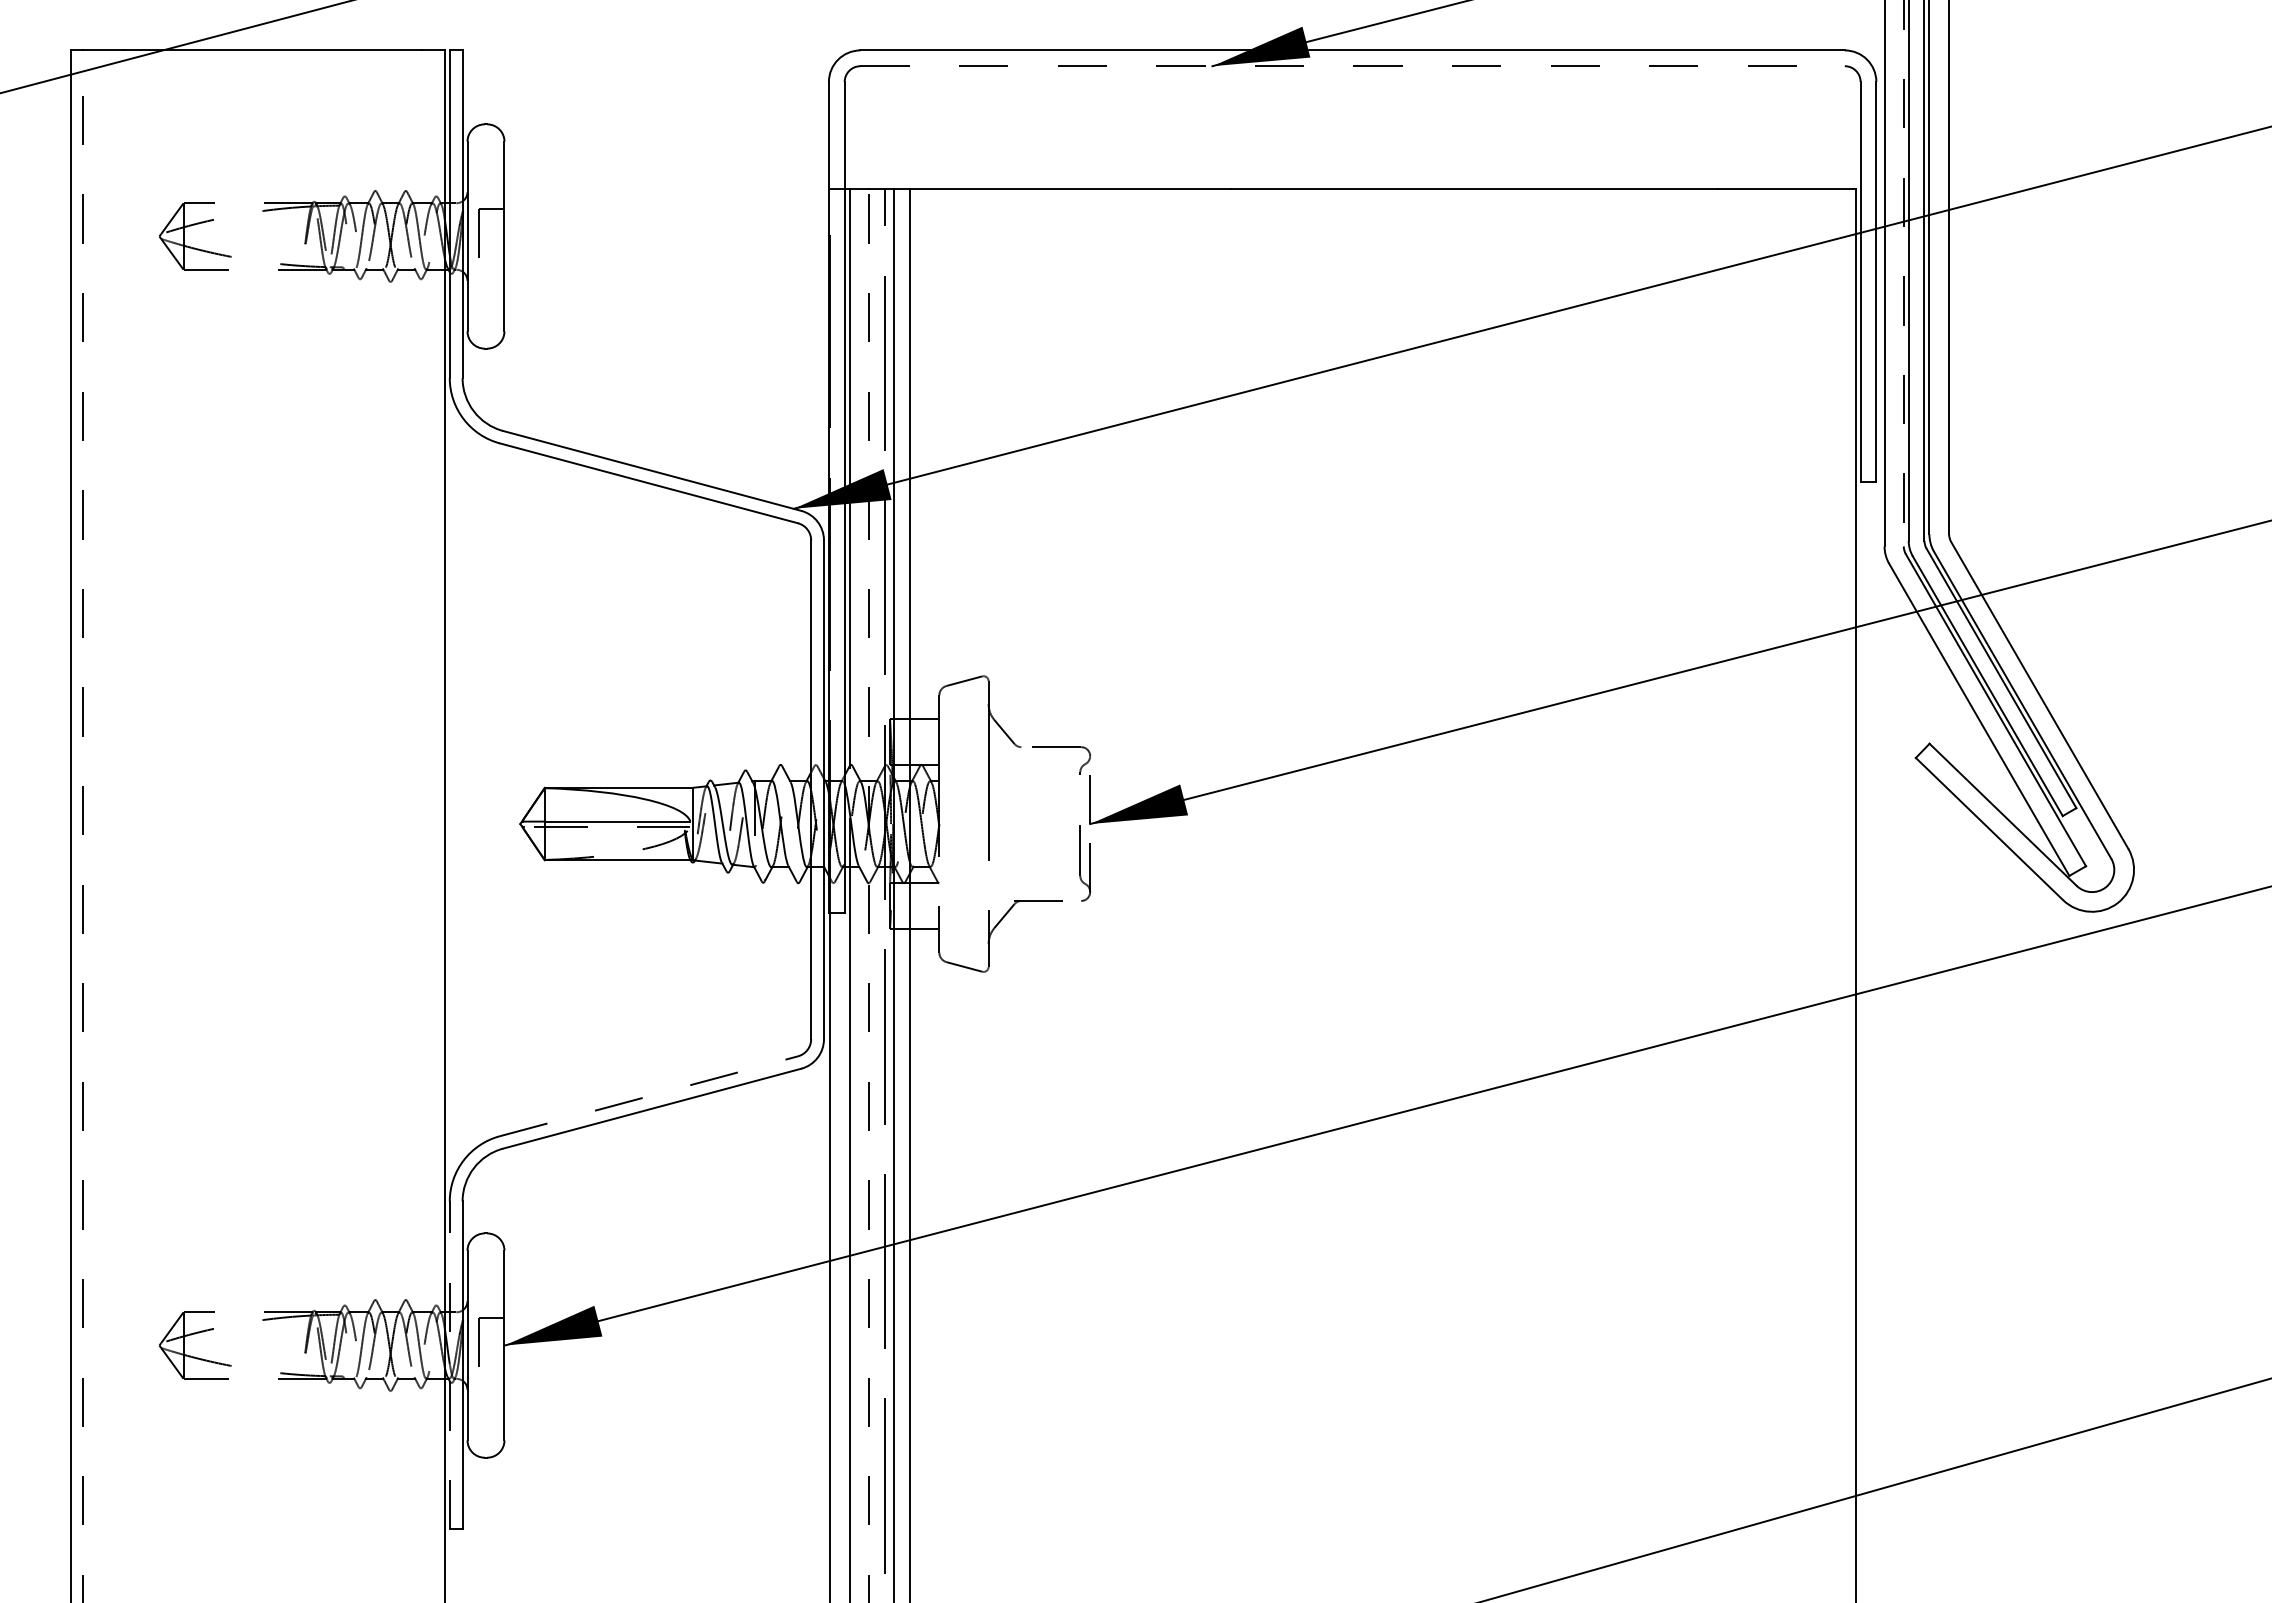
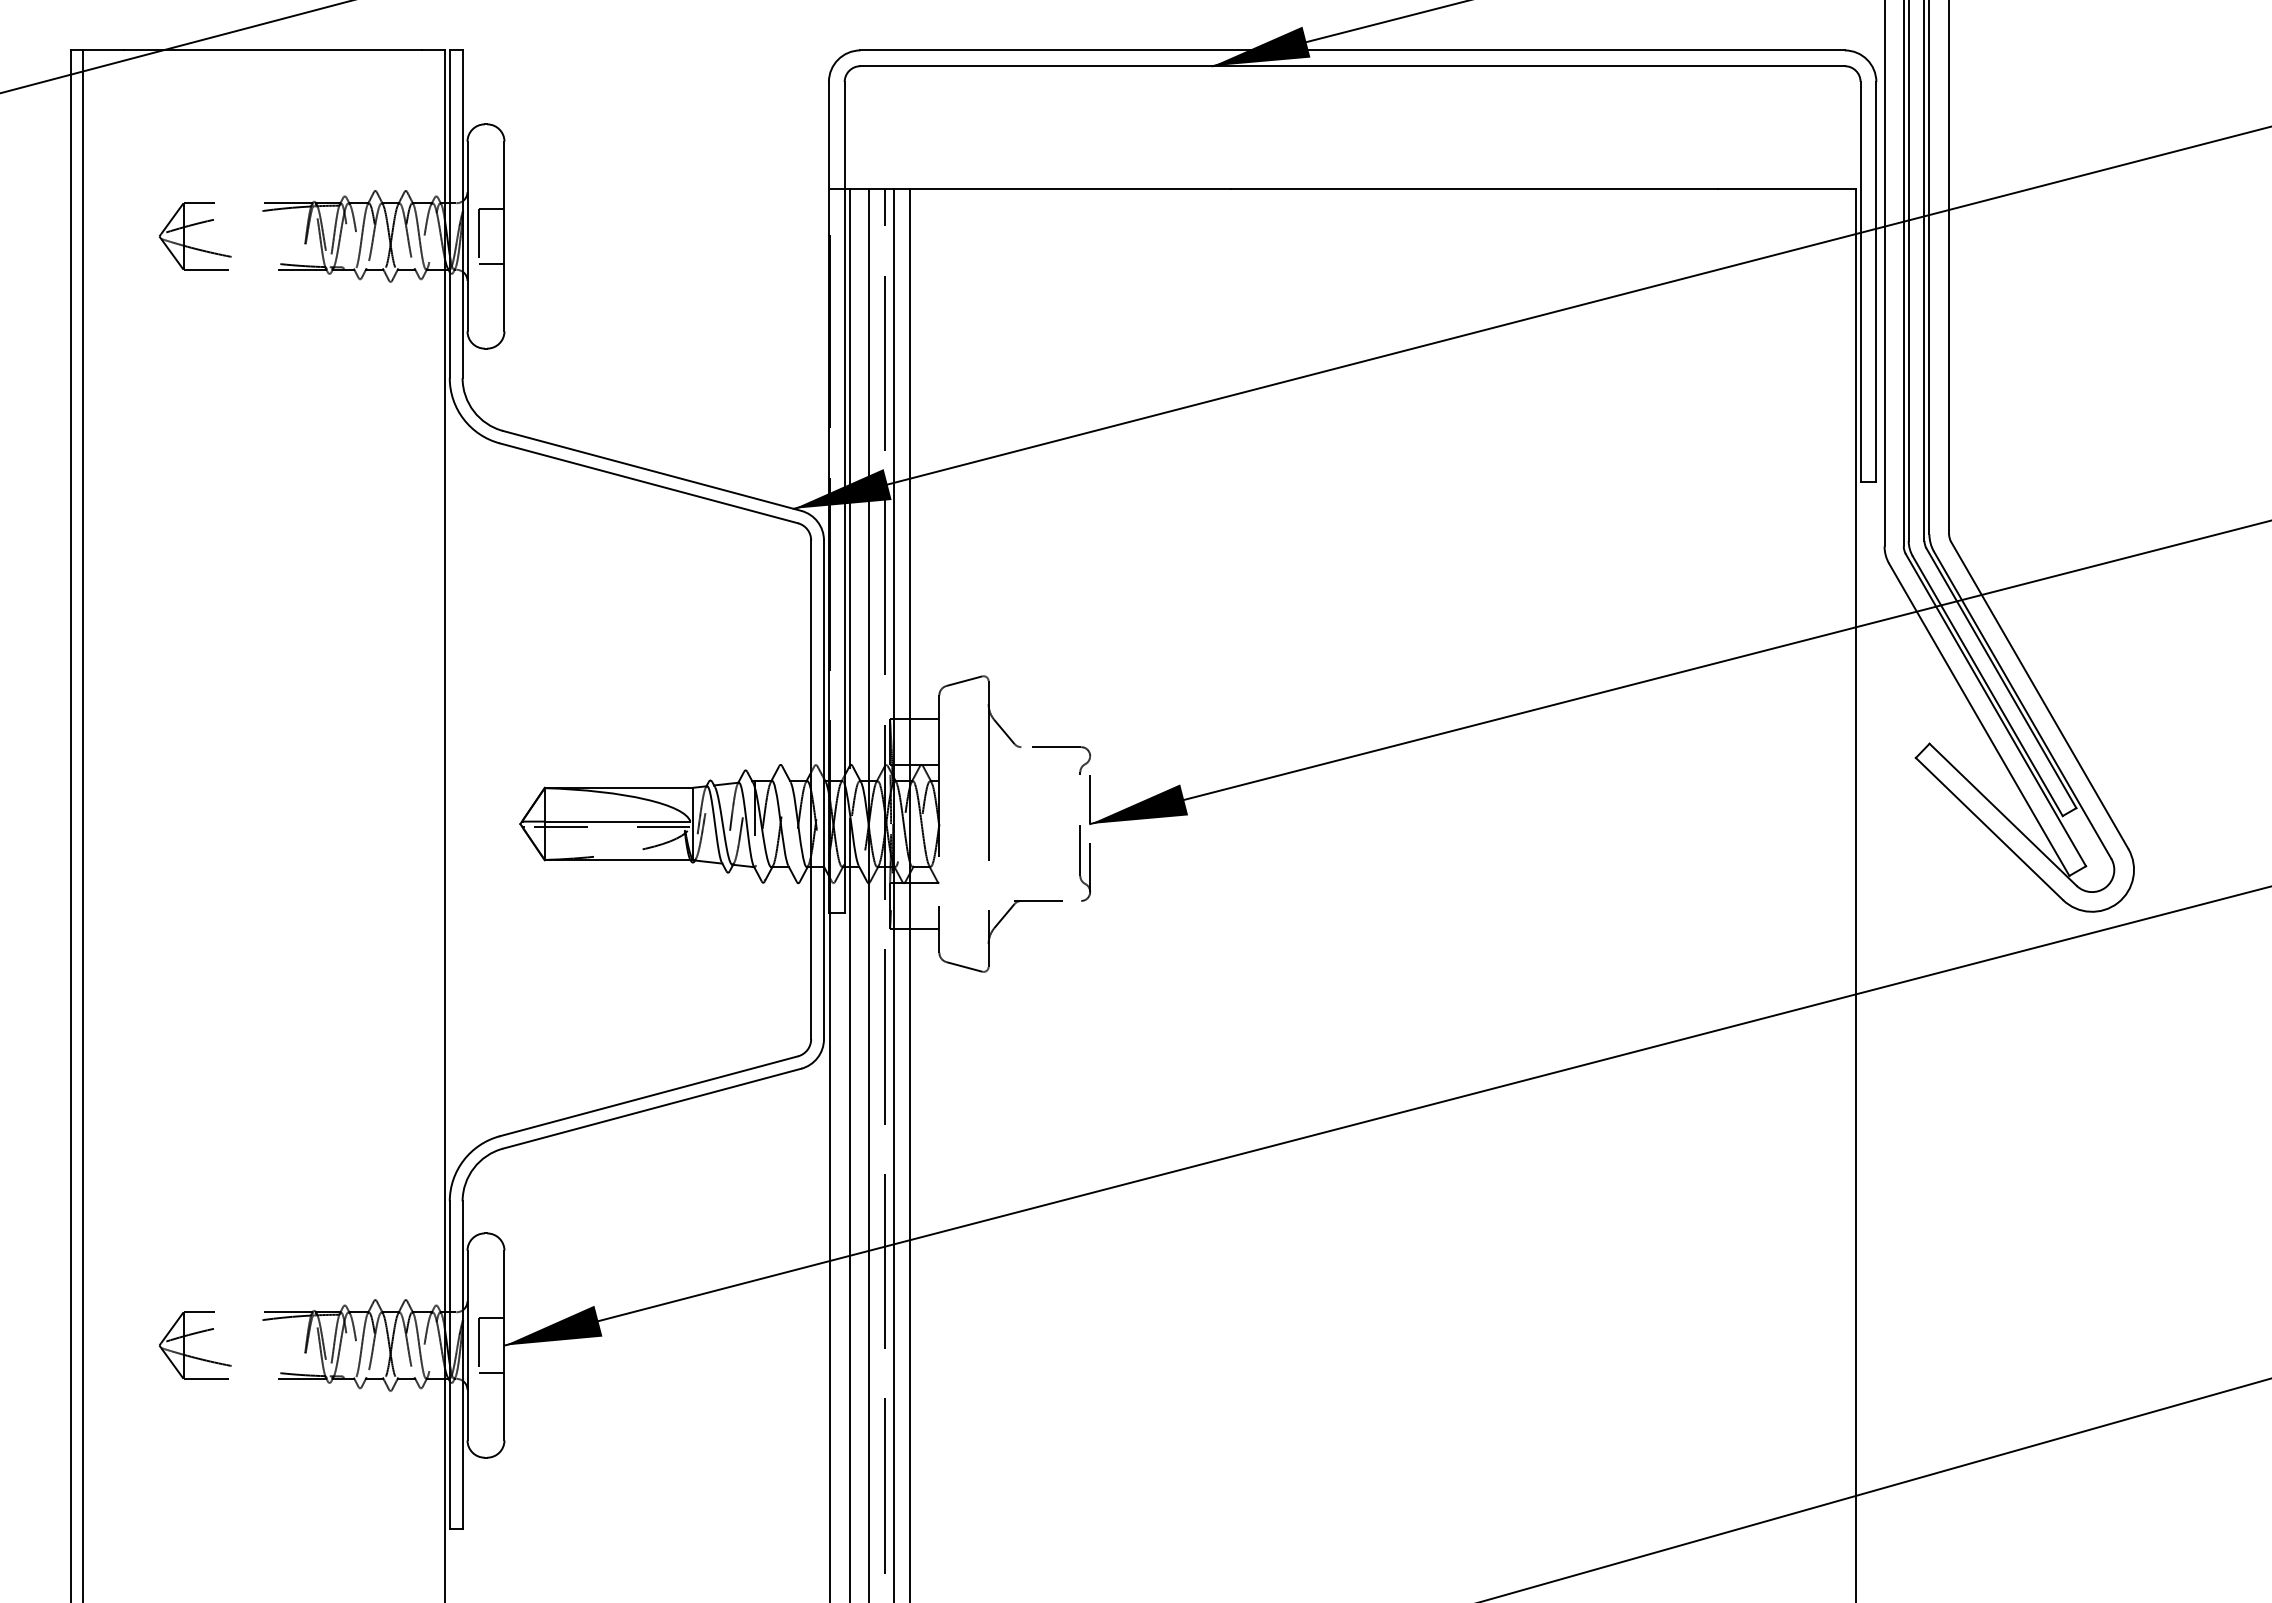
line at (1353, 66): dashed -> solid
line at (491, 264): none -> present
line at (1903, 273): dashed -> solid
line at (83, 825): dashed -> solid
line at (869, 895): dashed -> solid
line at (649, 1096): dashed -> solid
line at (449, 1365): dashed -> solid
line at (491, 1373): none -> present
